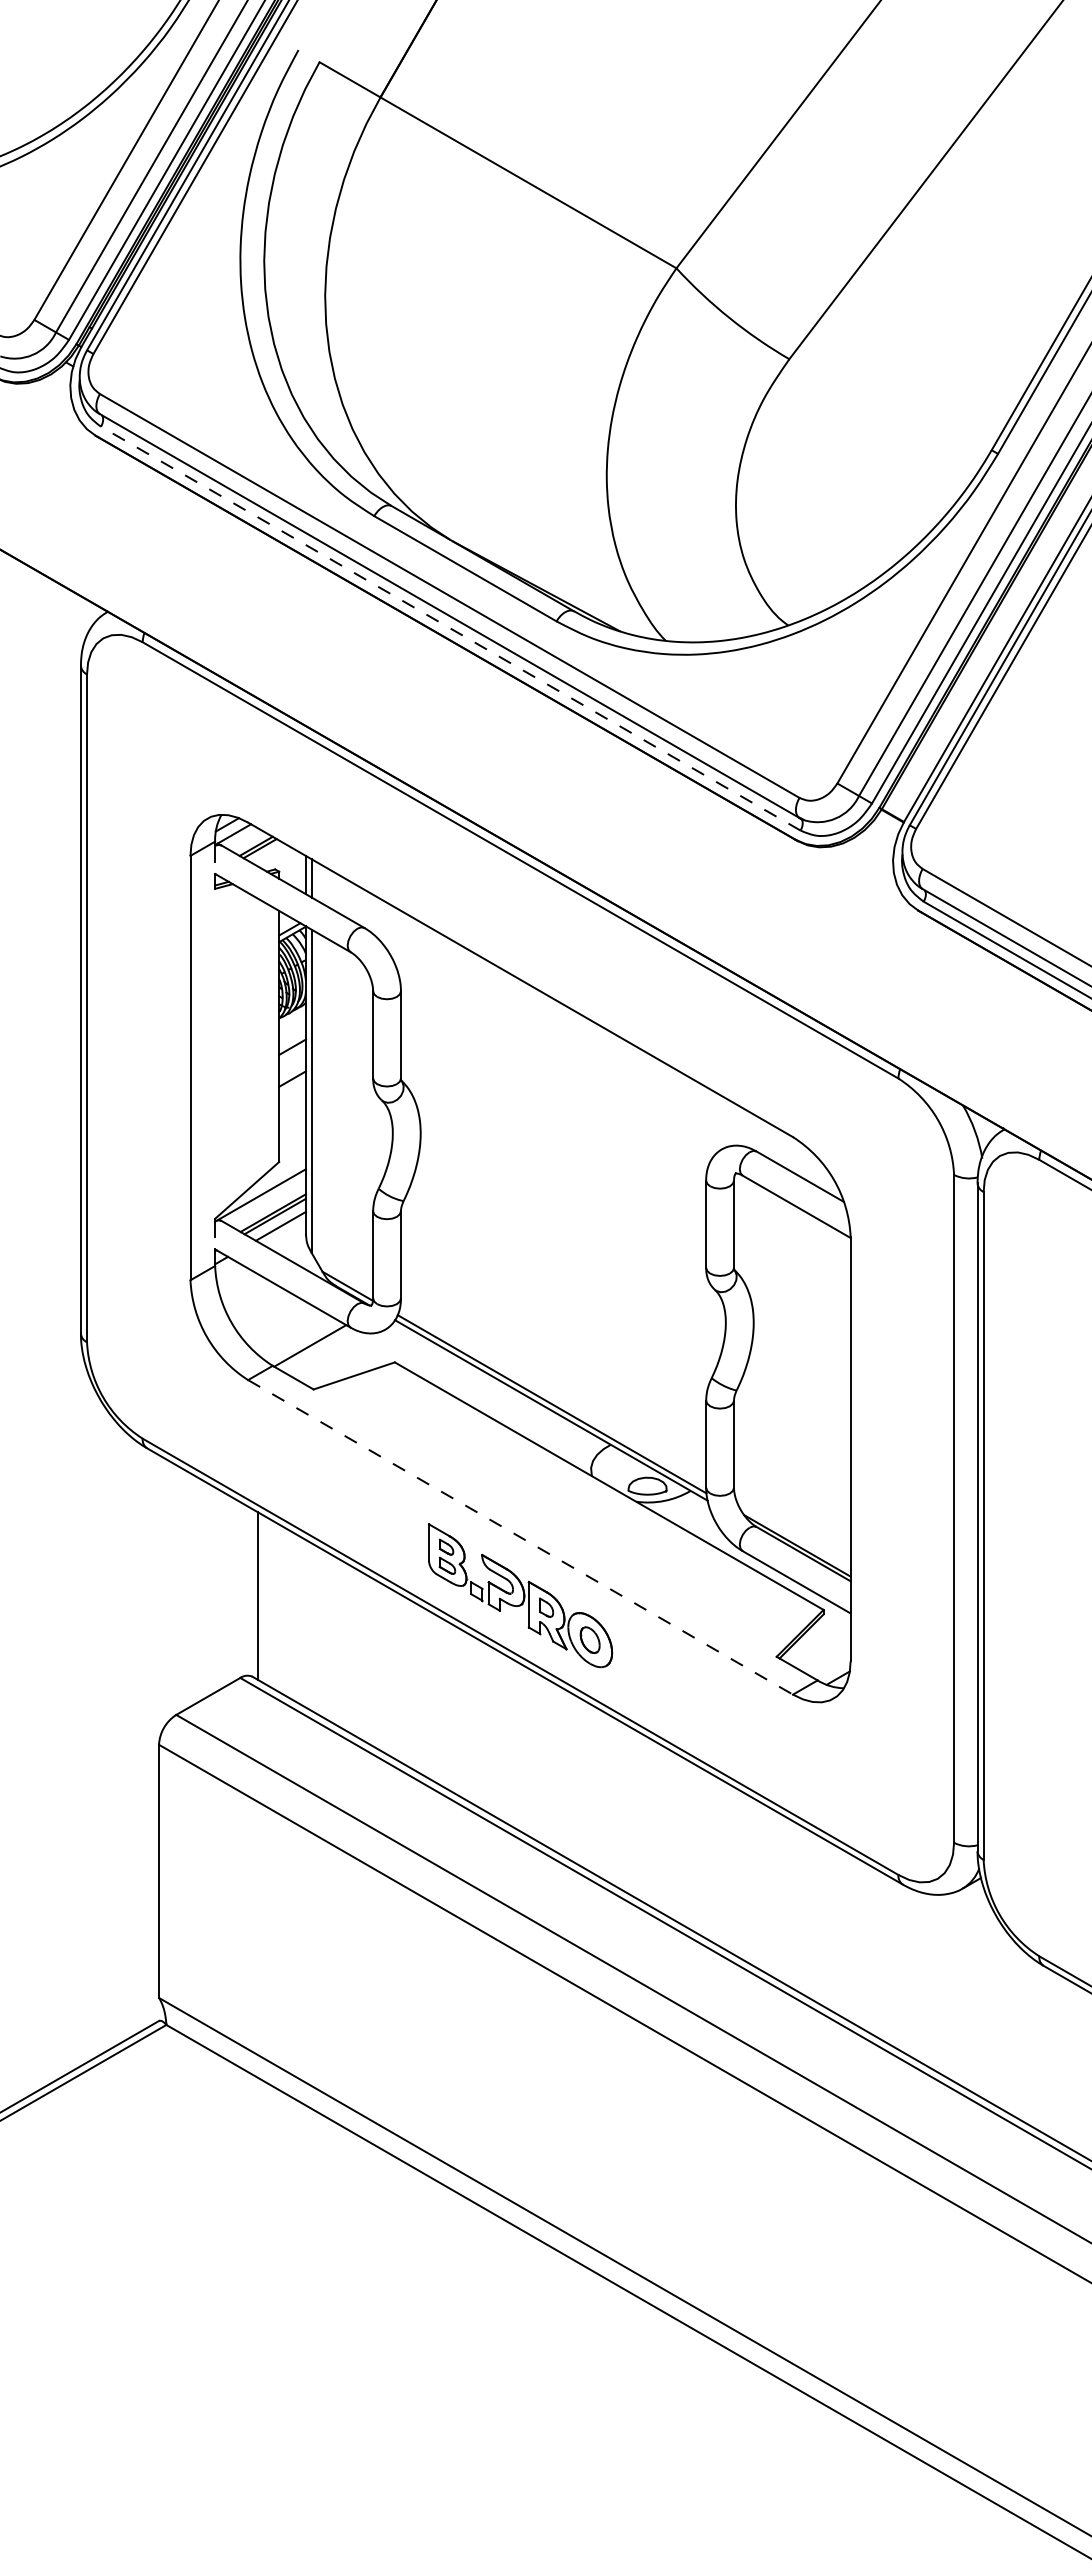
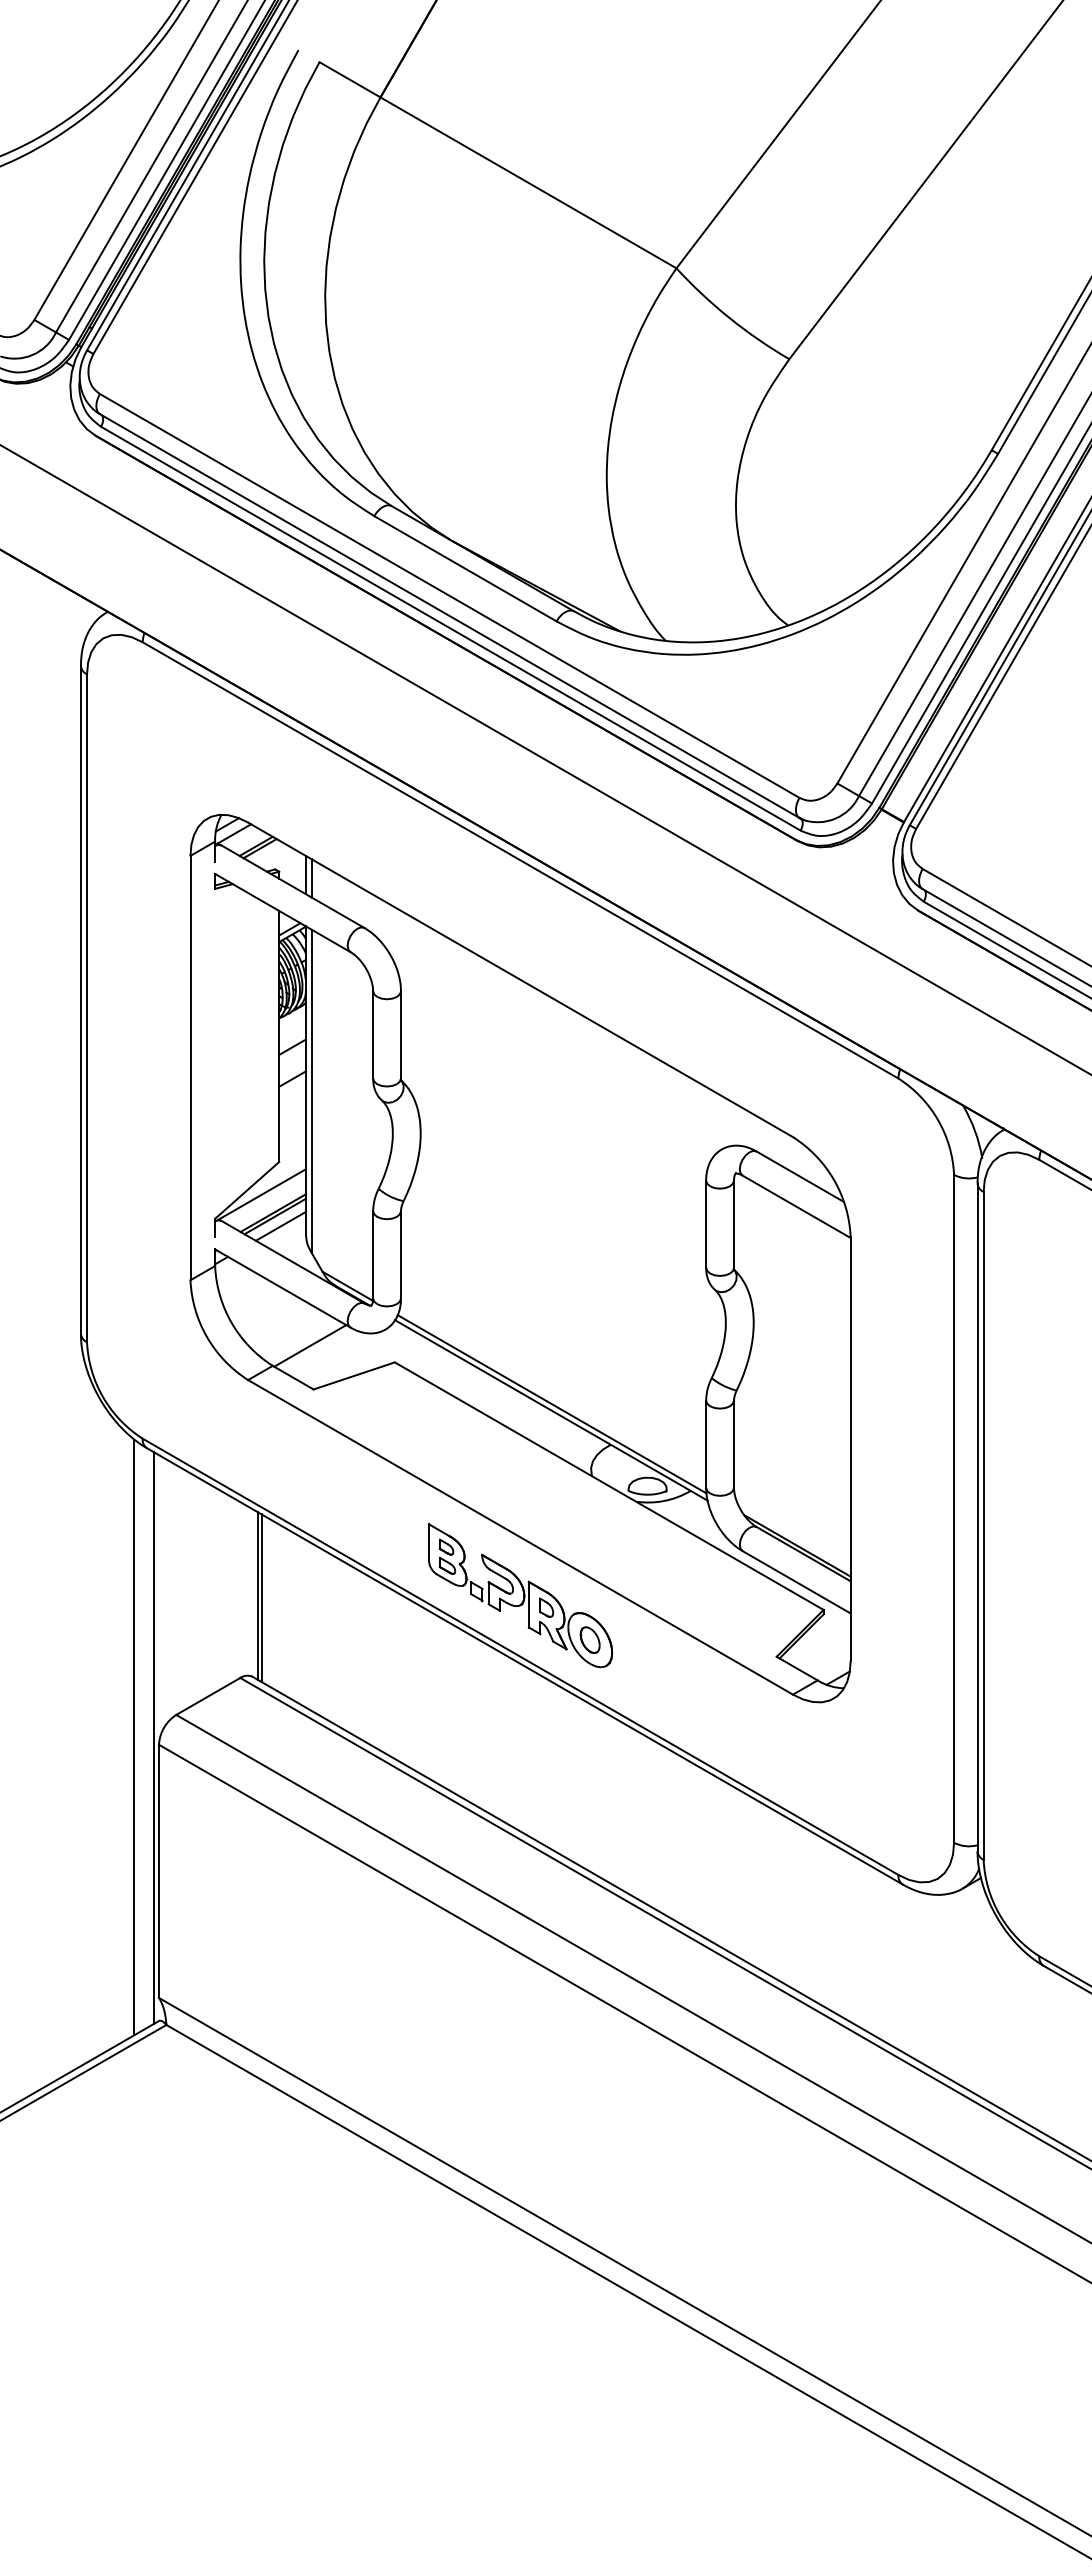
line at (450, 628): dashed -> solid
line at (545, 759): none -> present
line at (520, 1537): dashed -> solid
line at (261, 1598): none -> present
line at (134, 1737): none -> present
line at (154, 1737): none -> present
